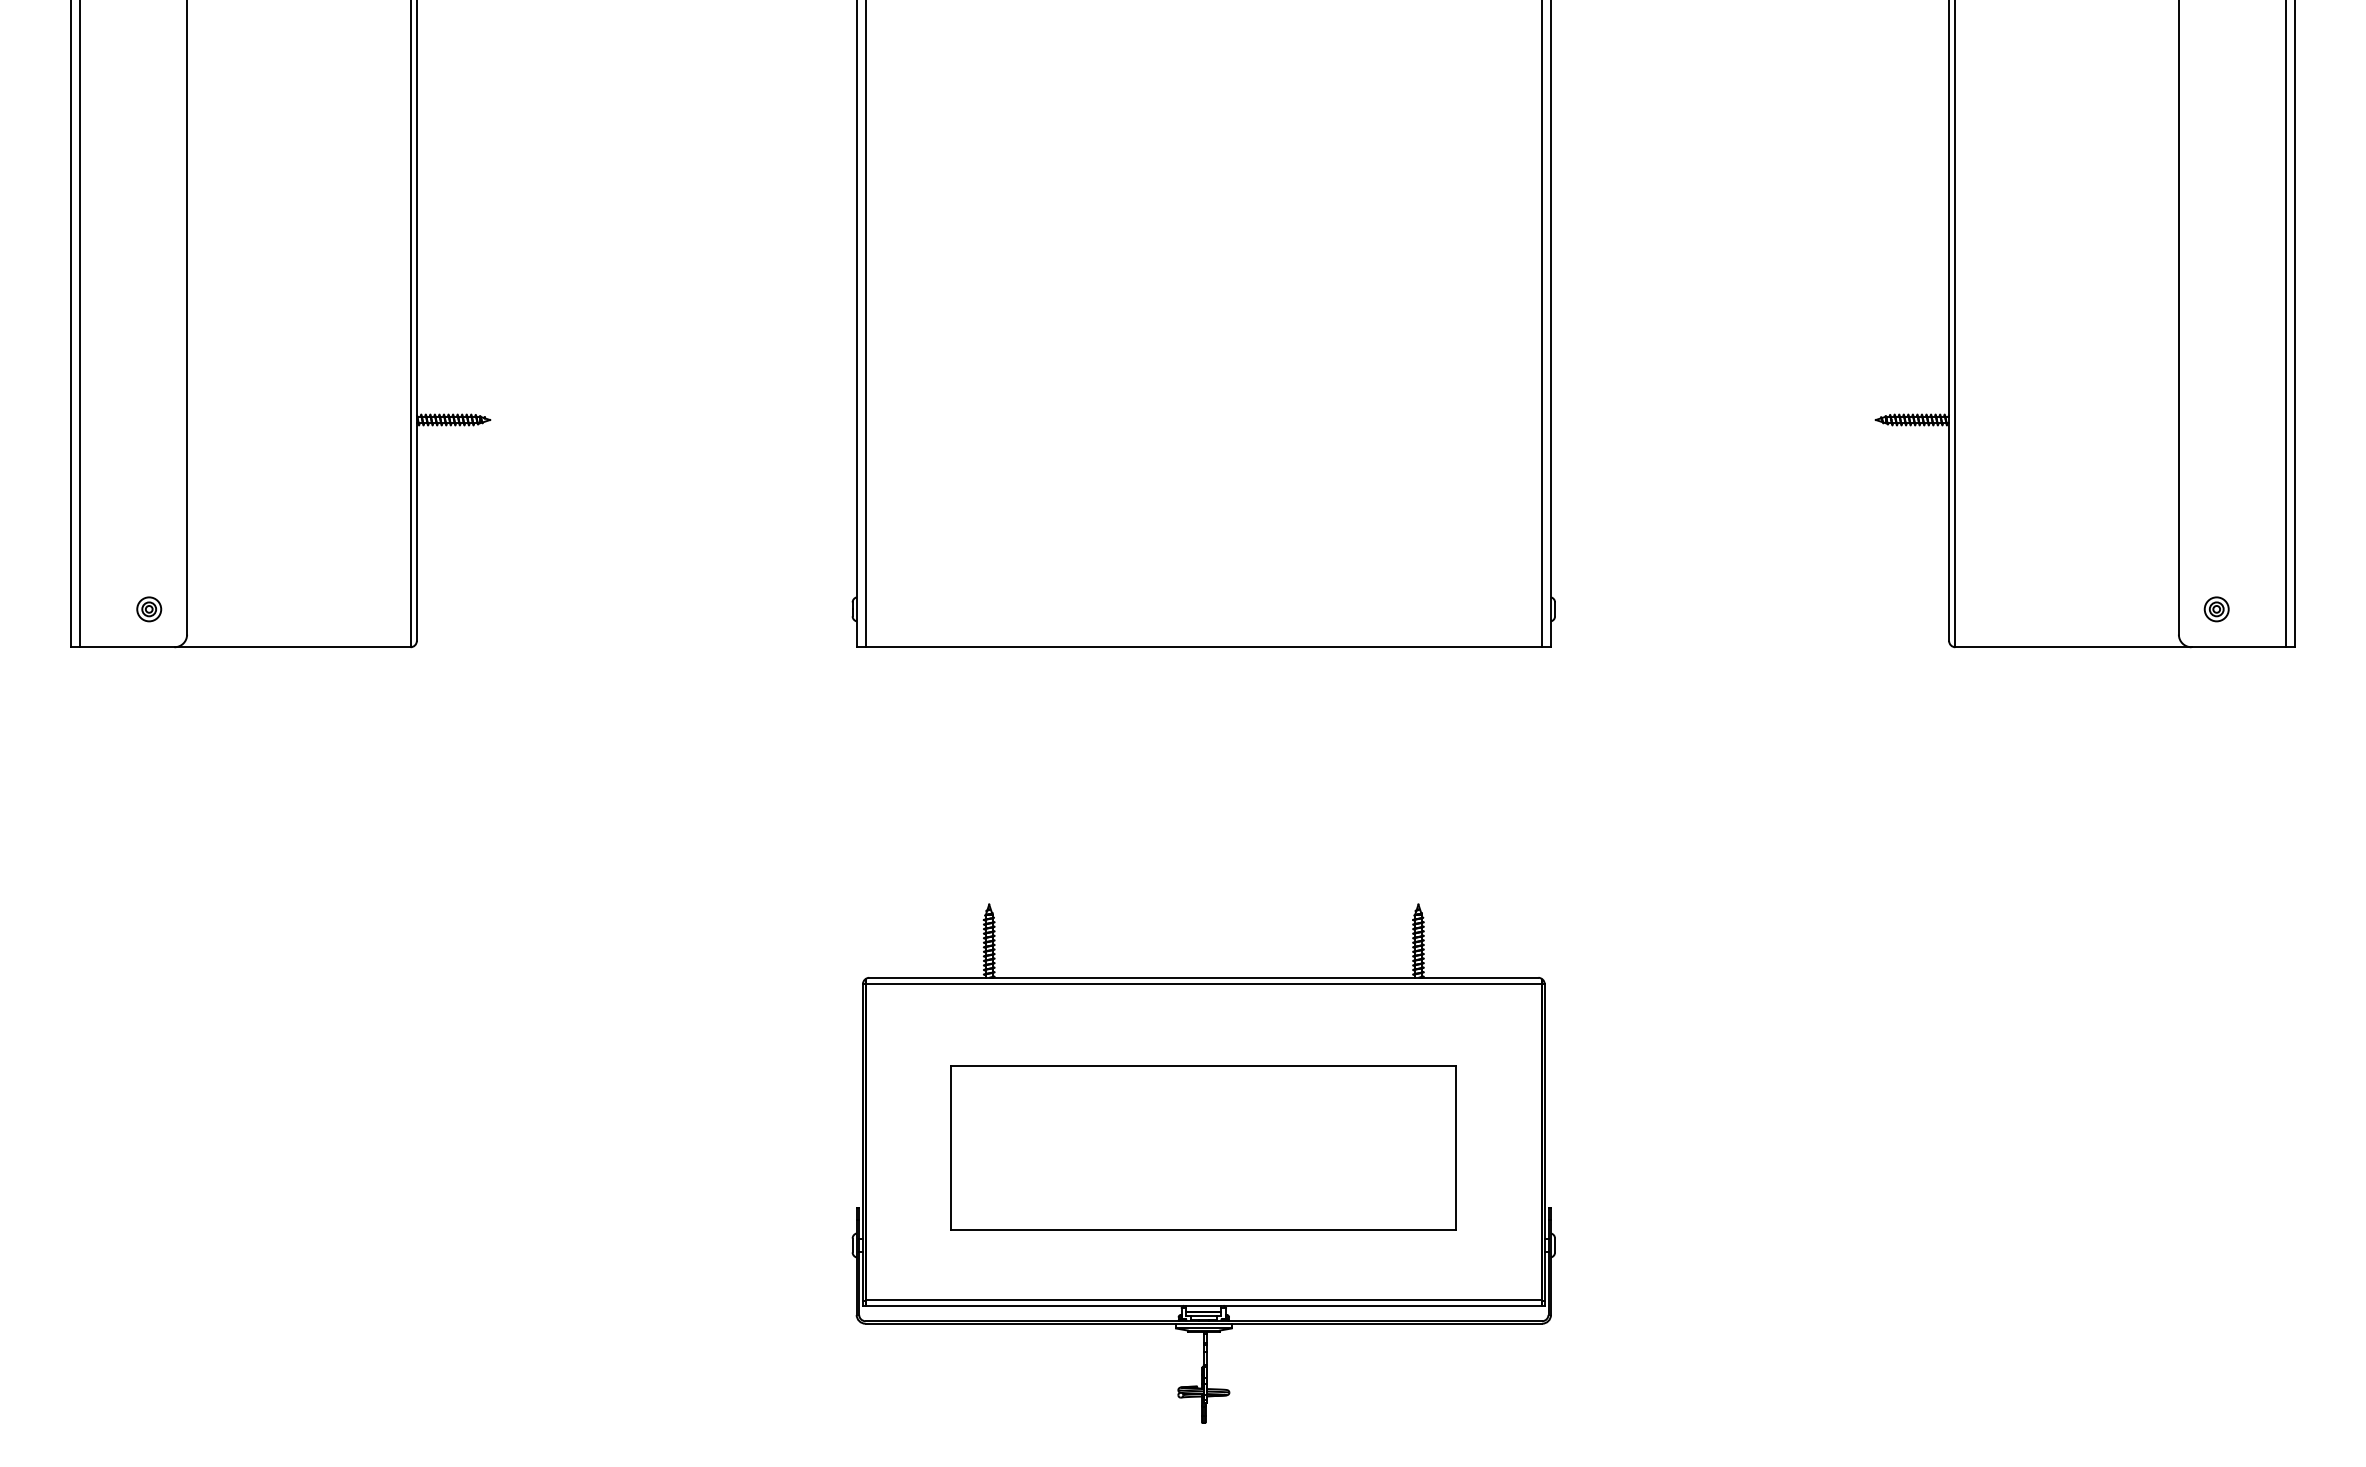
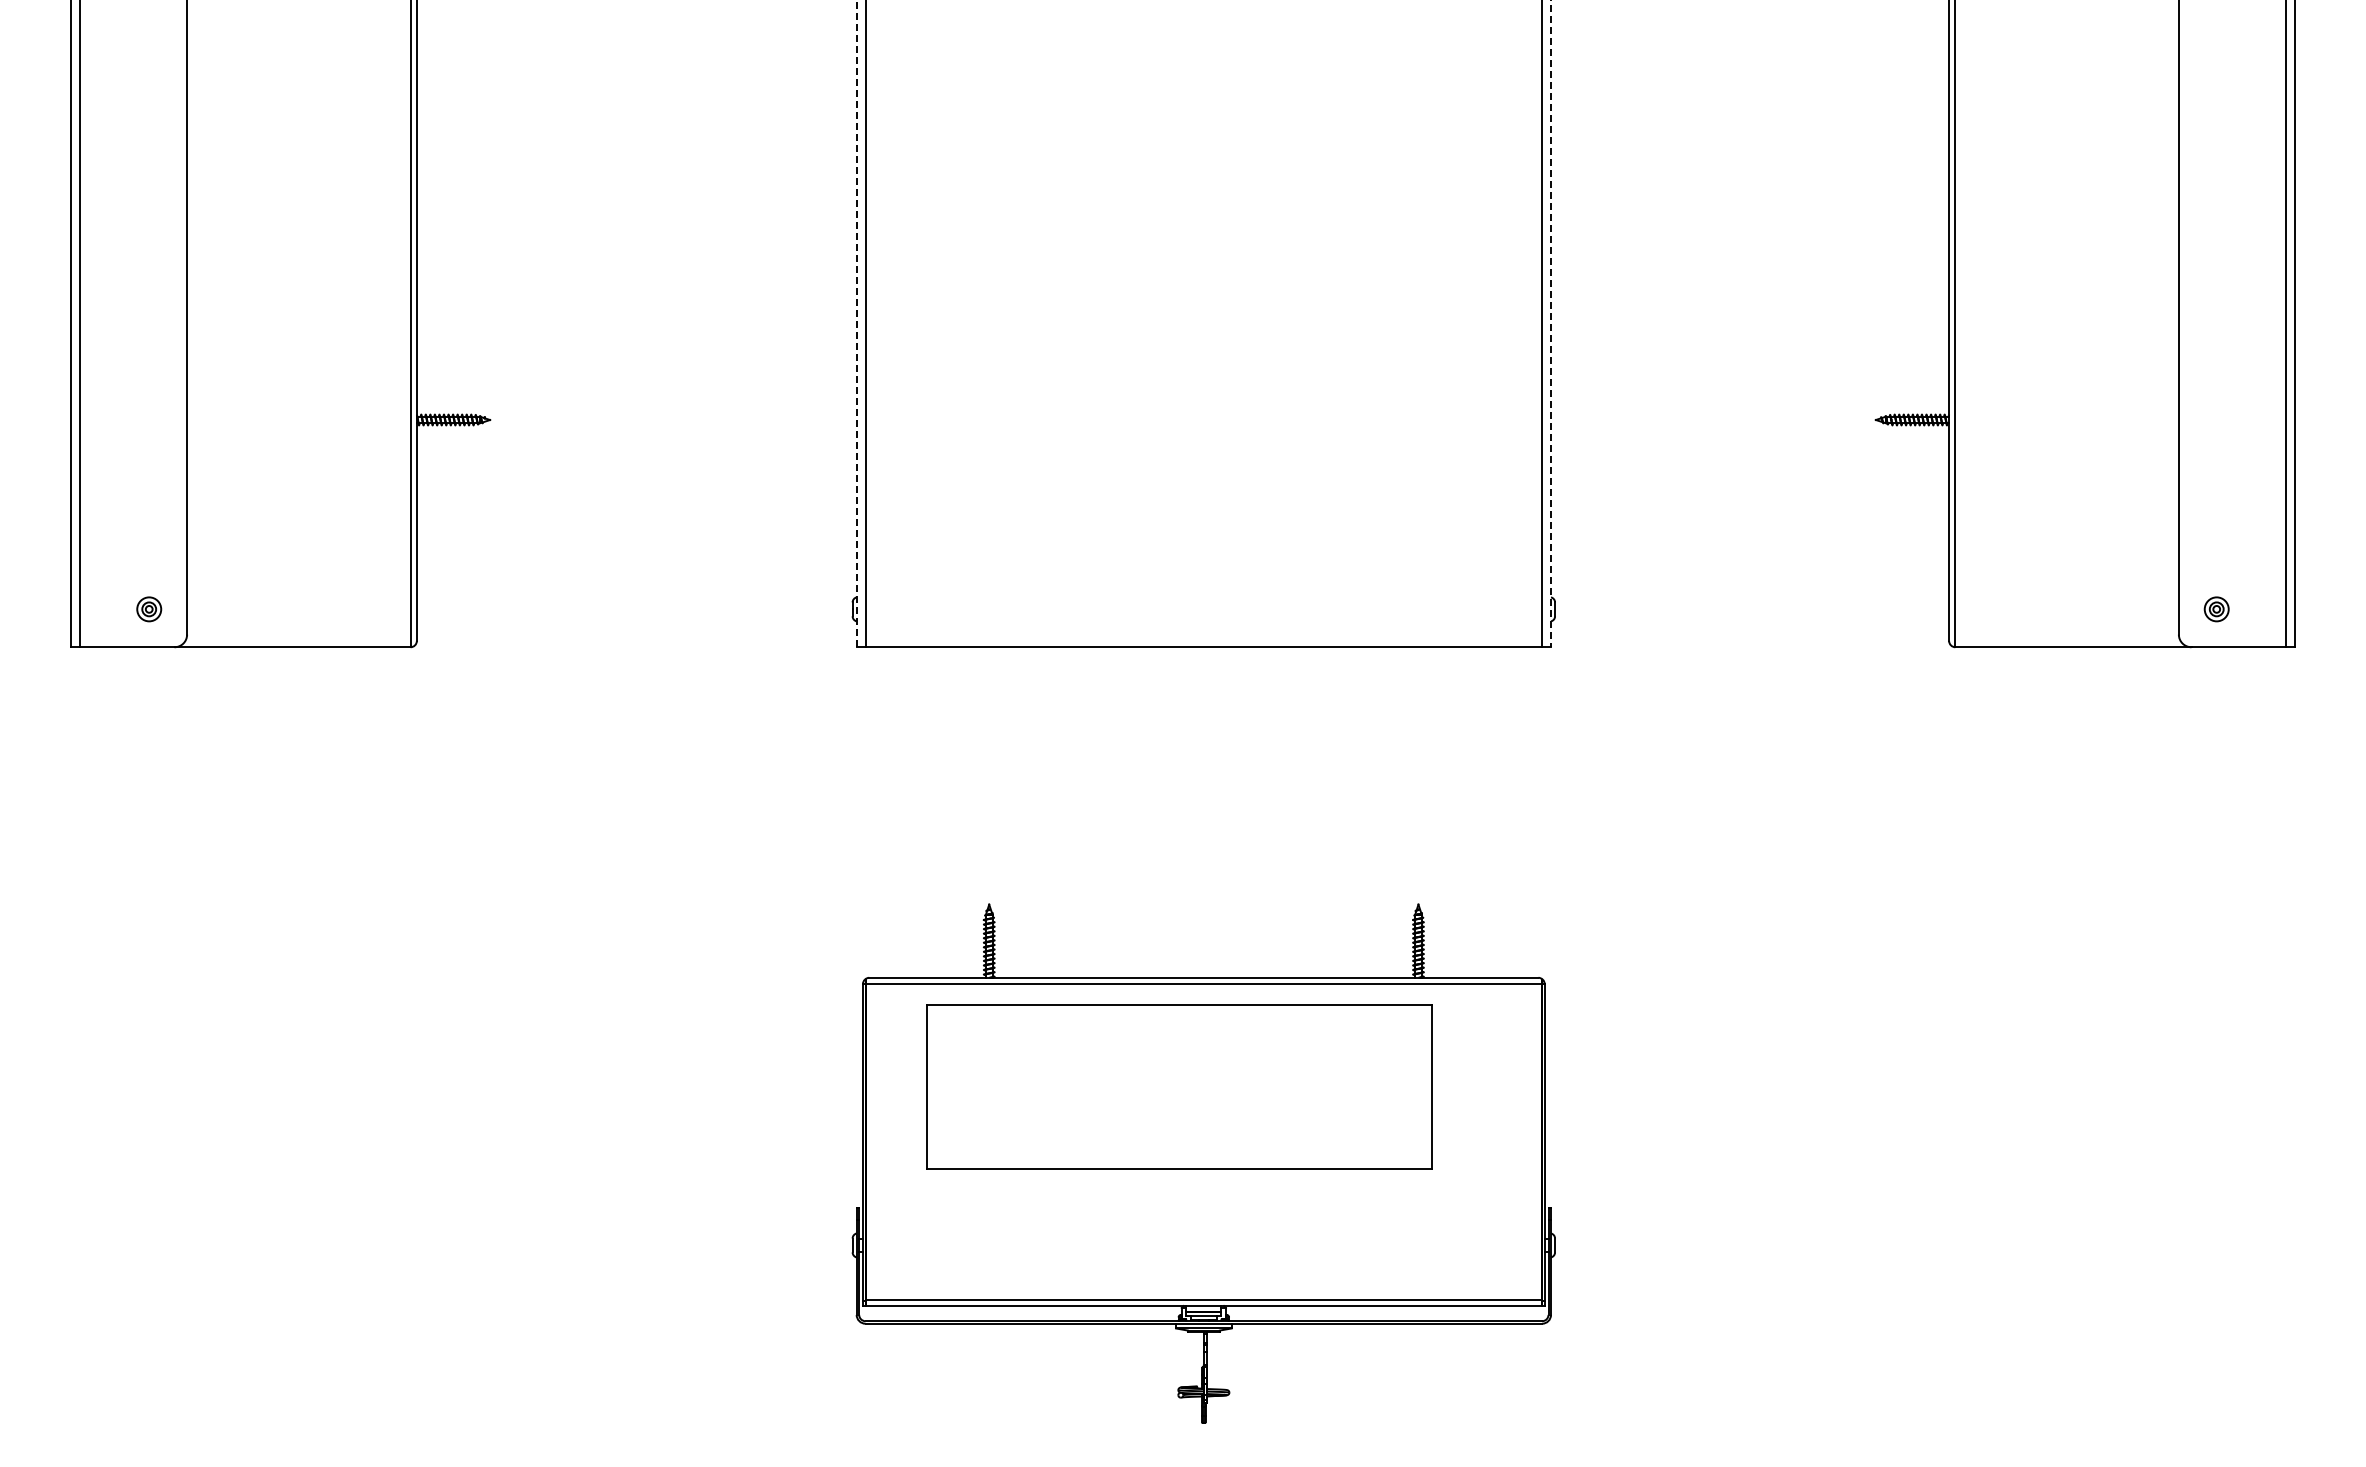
line at (856, 323): solid -> dashed
line at (1551, 324): solid -> dashed
part at (1203, 1147) position: (1203, 1147) -> (1179, 1086)
